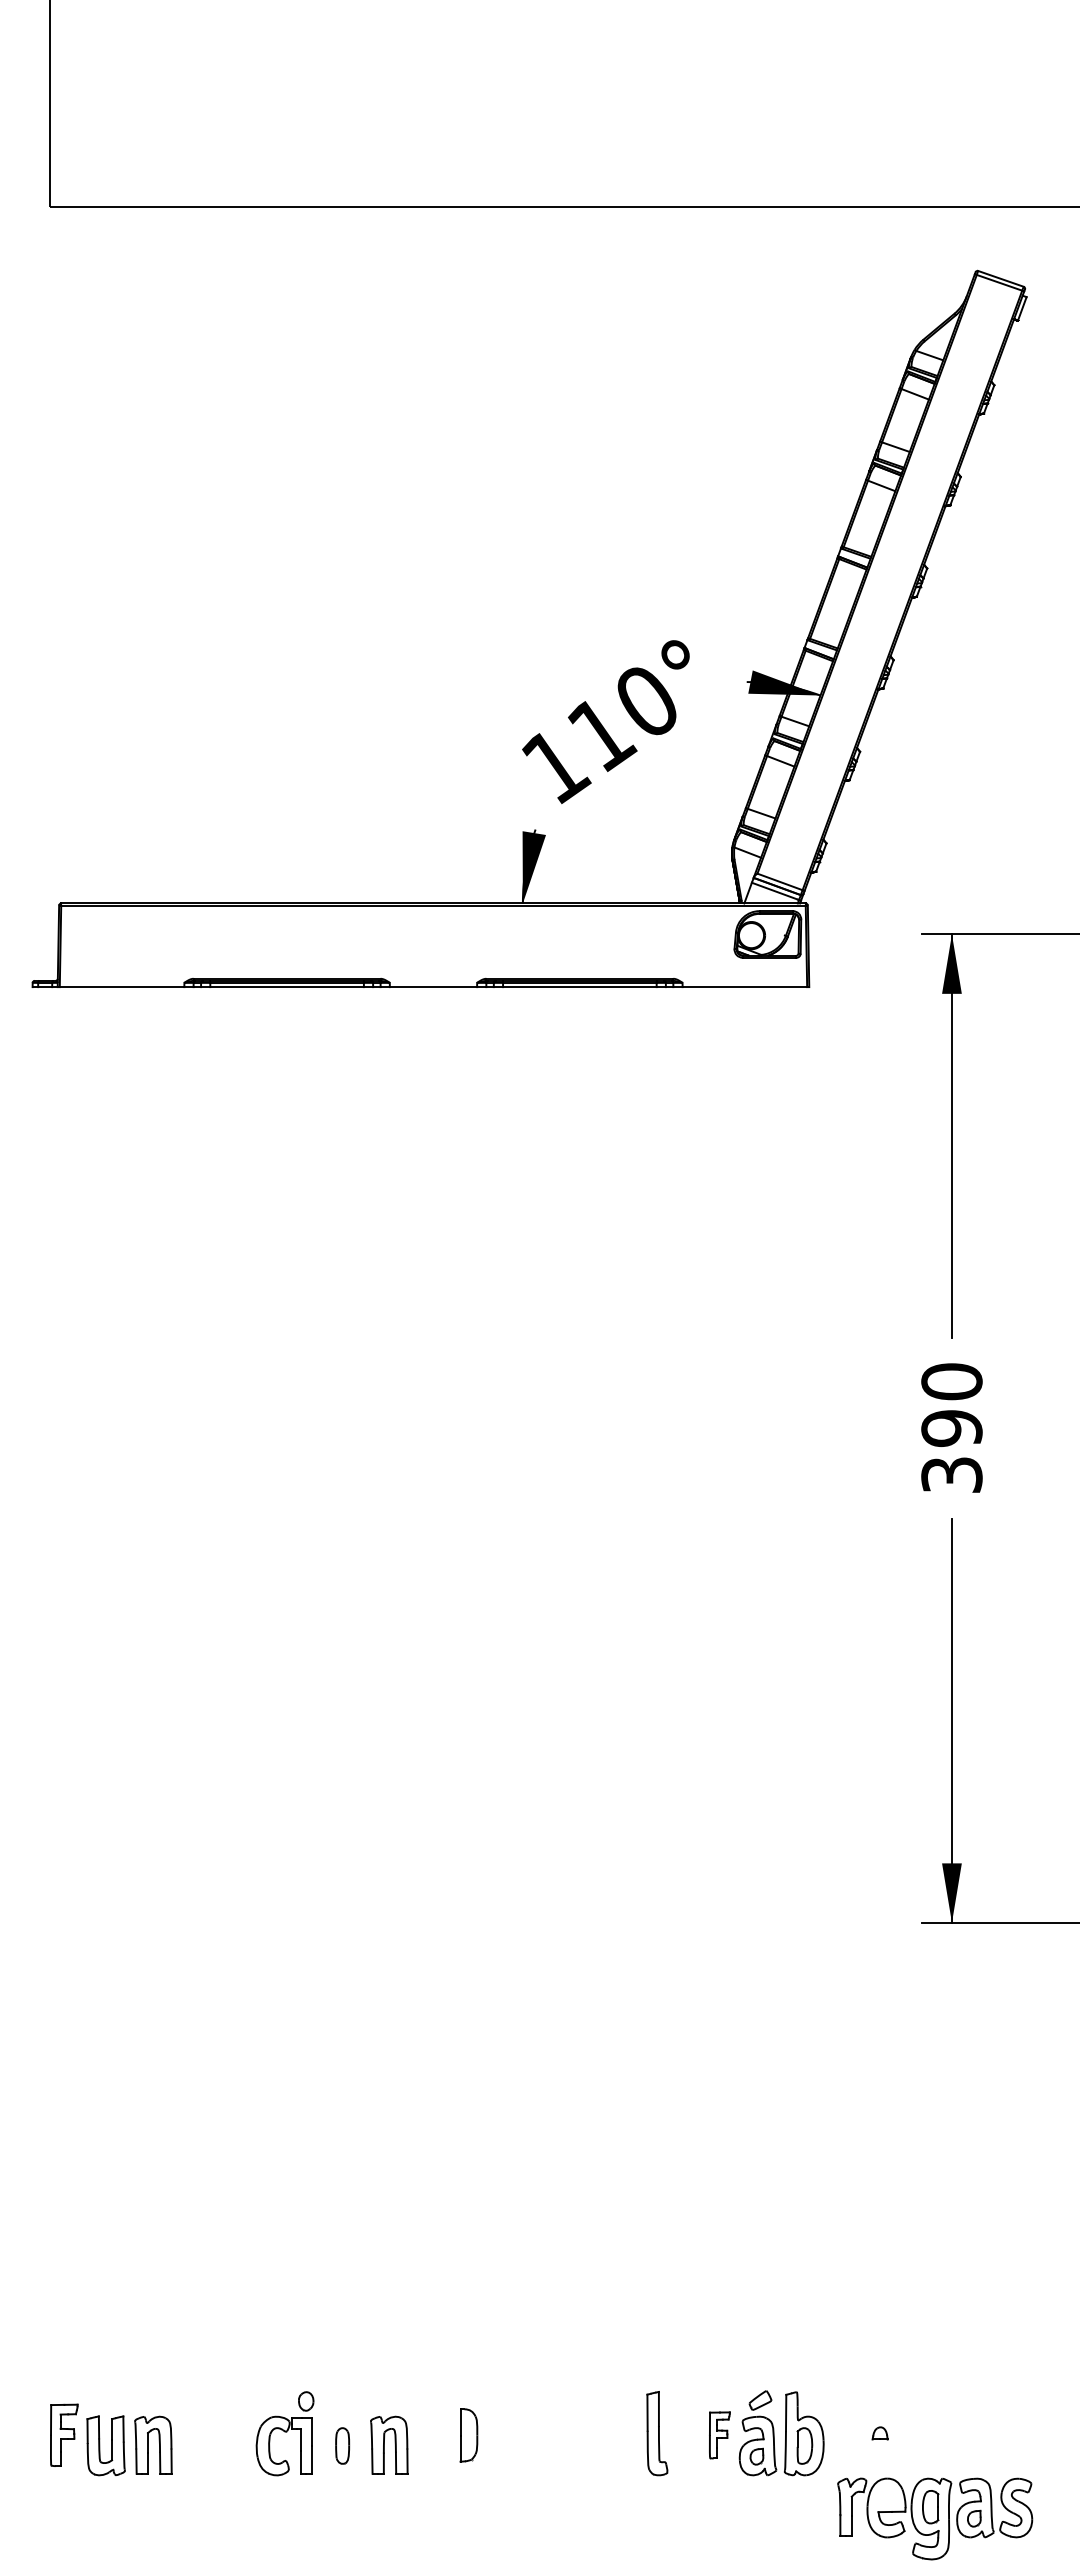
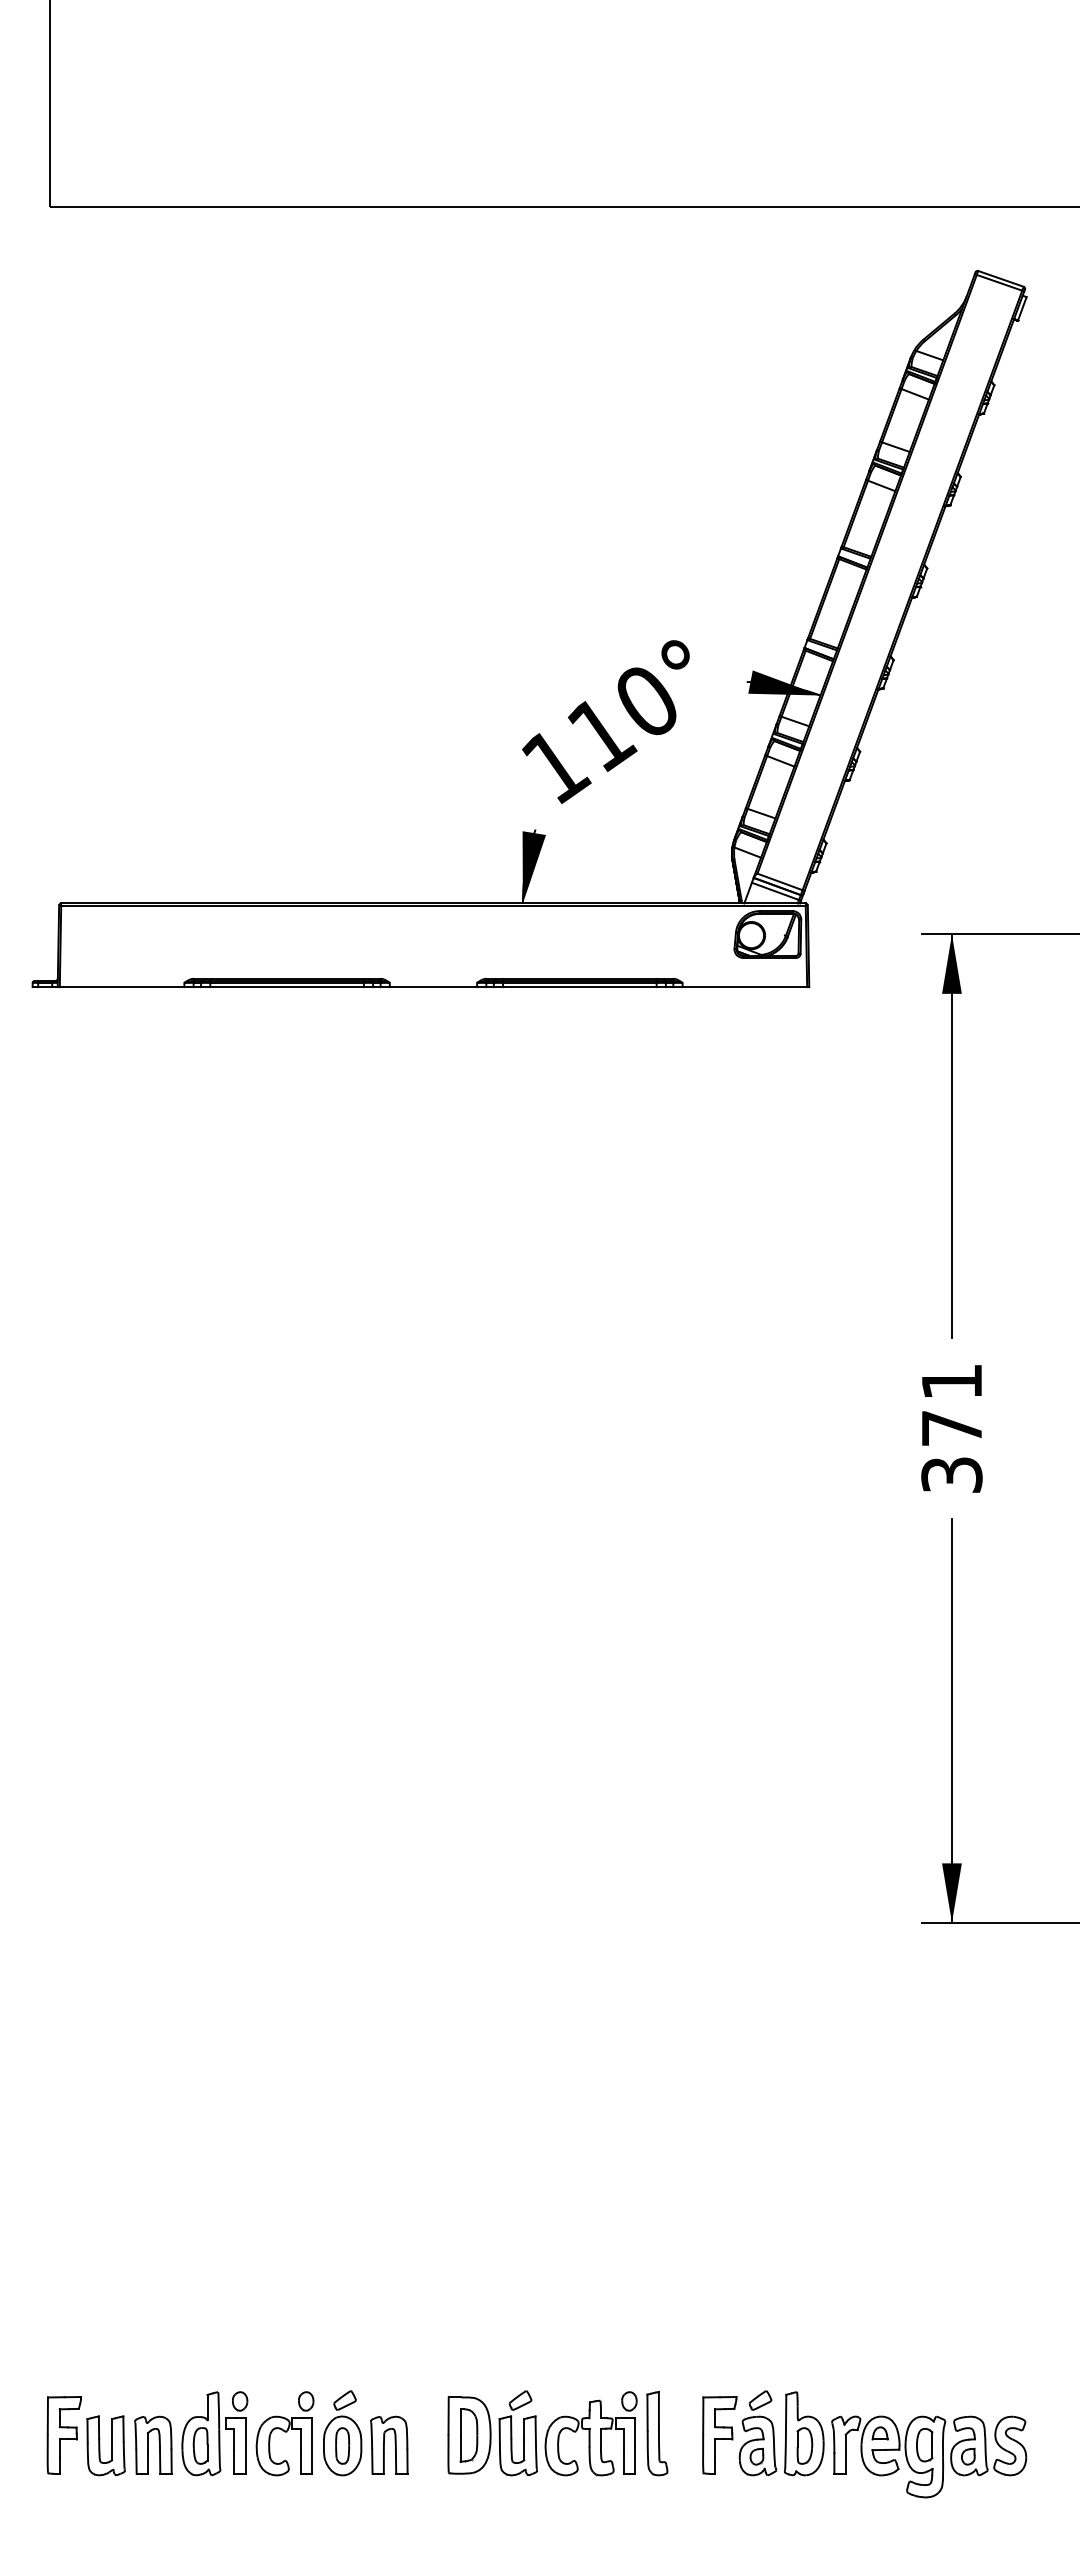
text at (951, 1405): 390 -> 371
part at (214, 2433): none -> present
part at (342, 2433): none -> present
part at (542, 2433): none -> present
part at (64, 2434) size: 29x64 px -> 36x79 px
part at (719, 2435) size: 22x49 px -> 36x79 px
part at (935, 2518) position: (935, 2518) -> (929, 2456)
